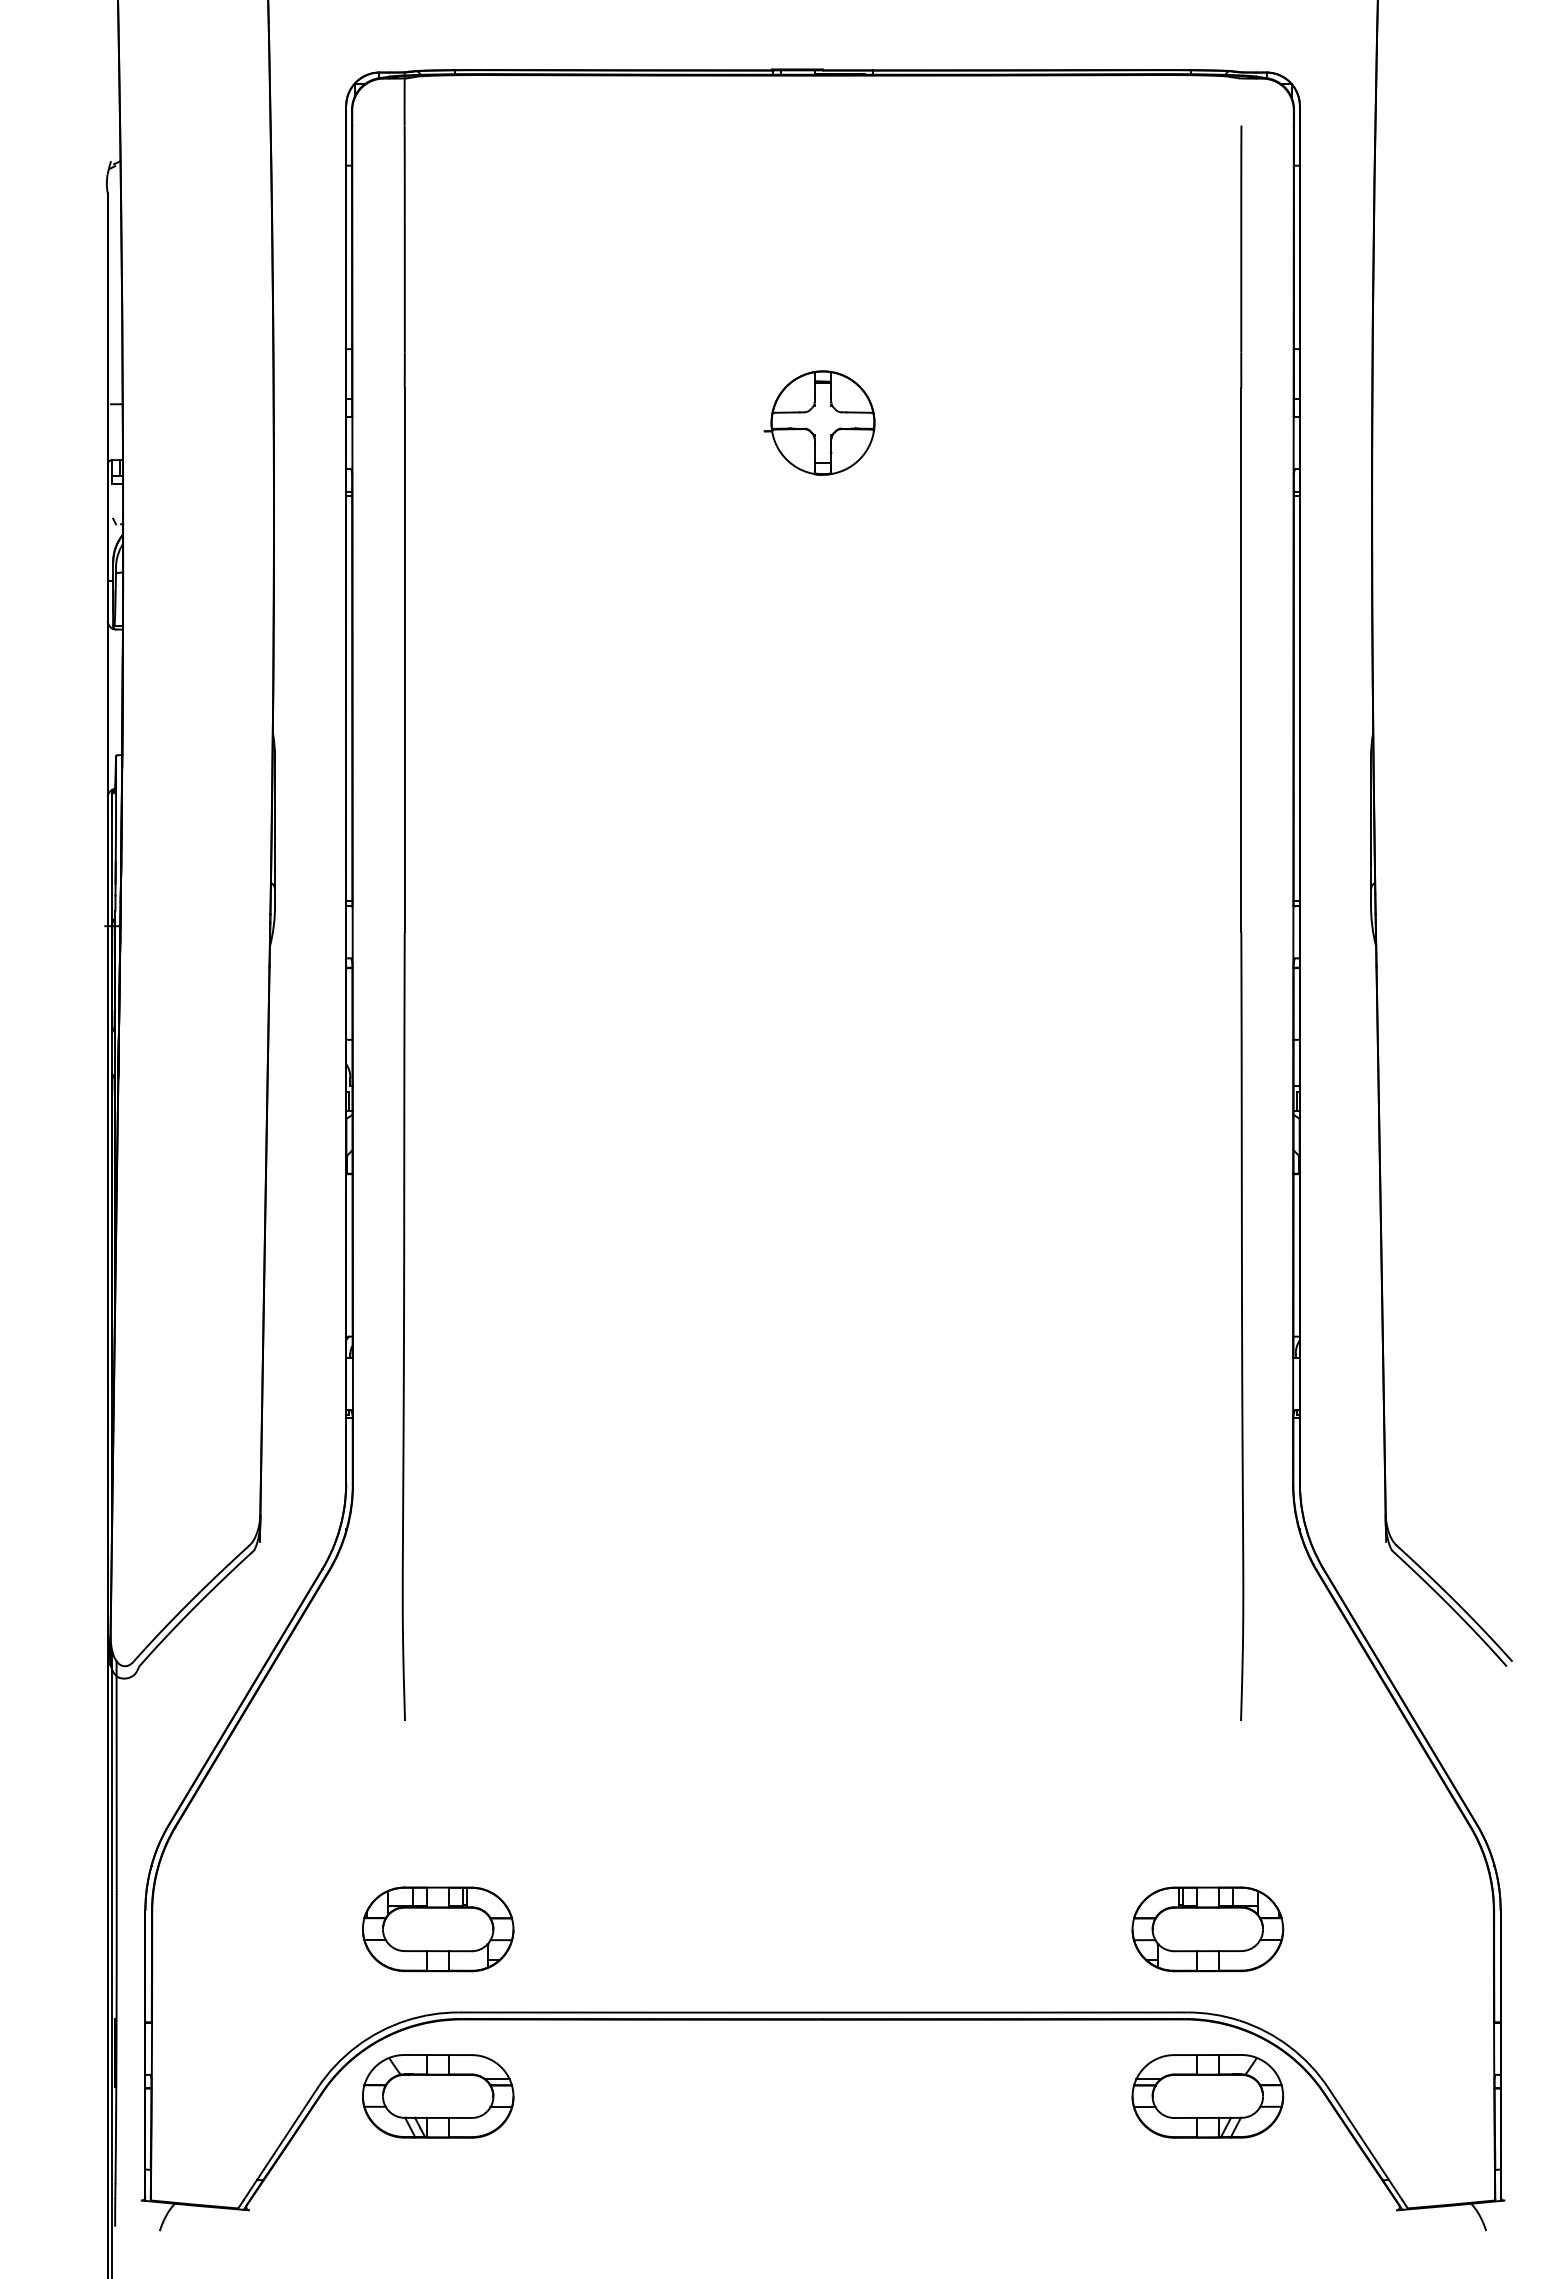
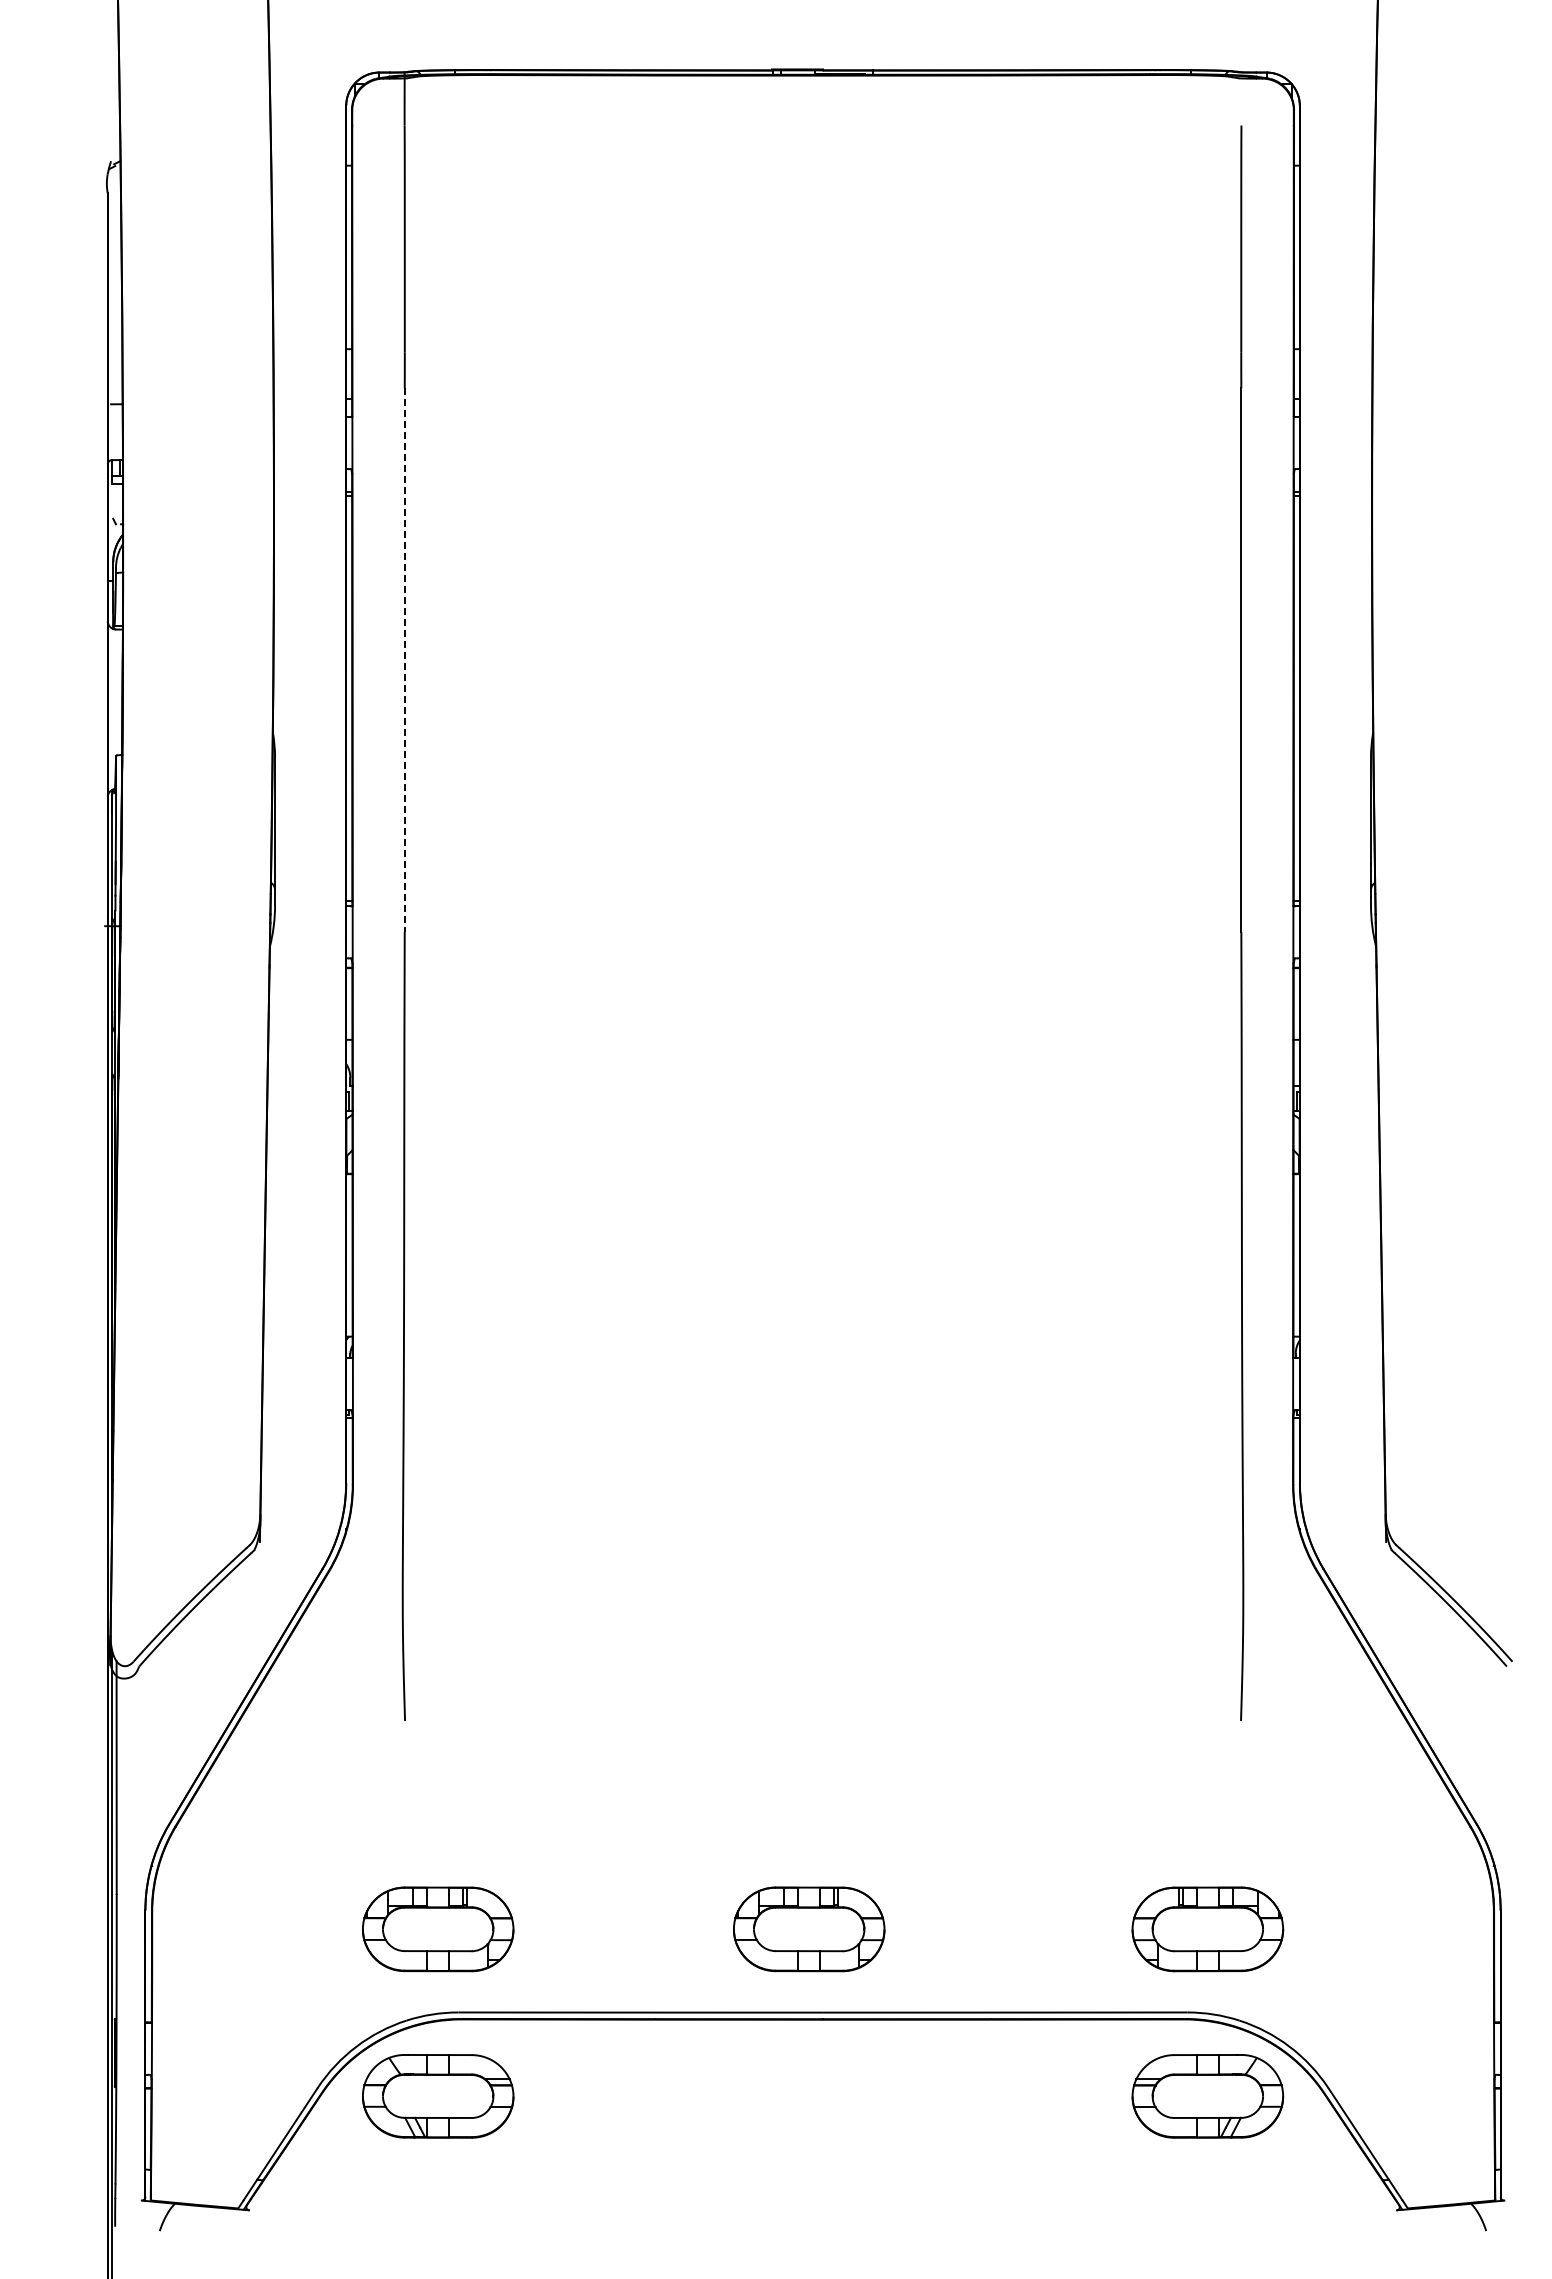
part at (819, 422): present -> none
line at (404, 660): solid -> dashed
part at (809, 1929): none -> present
